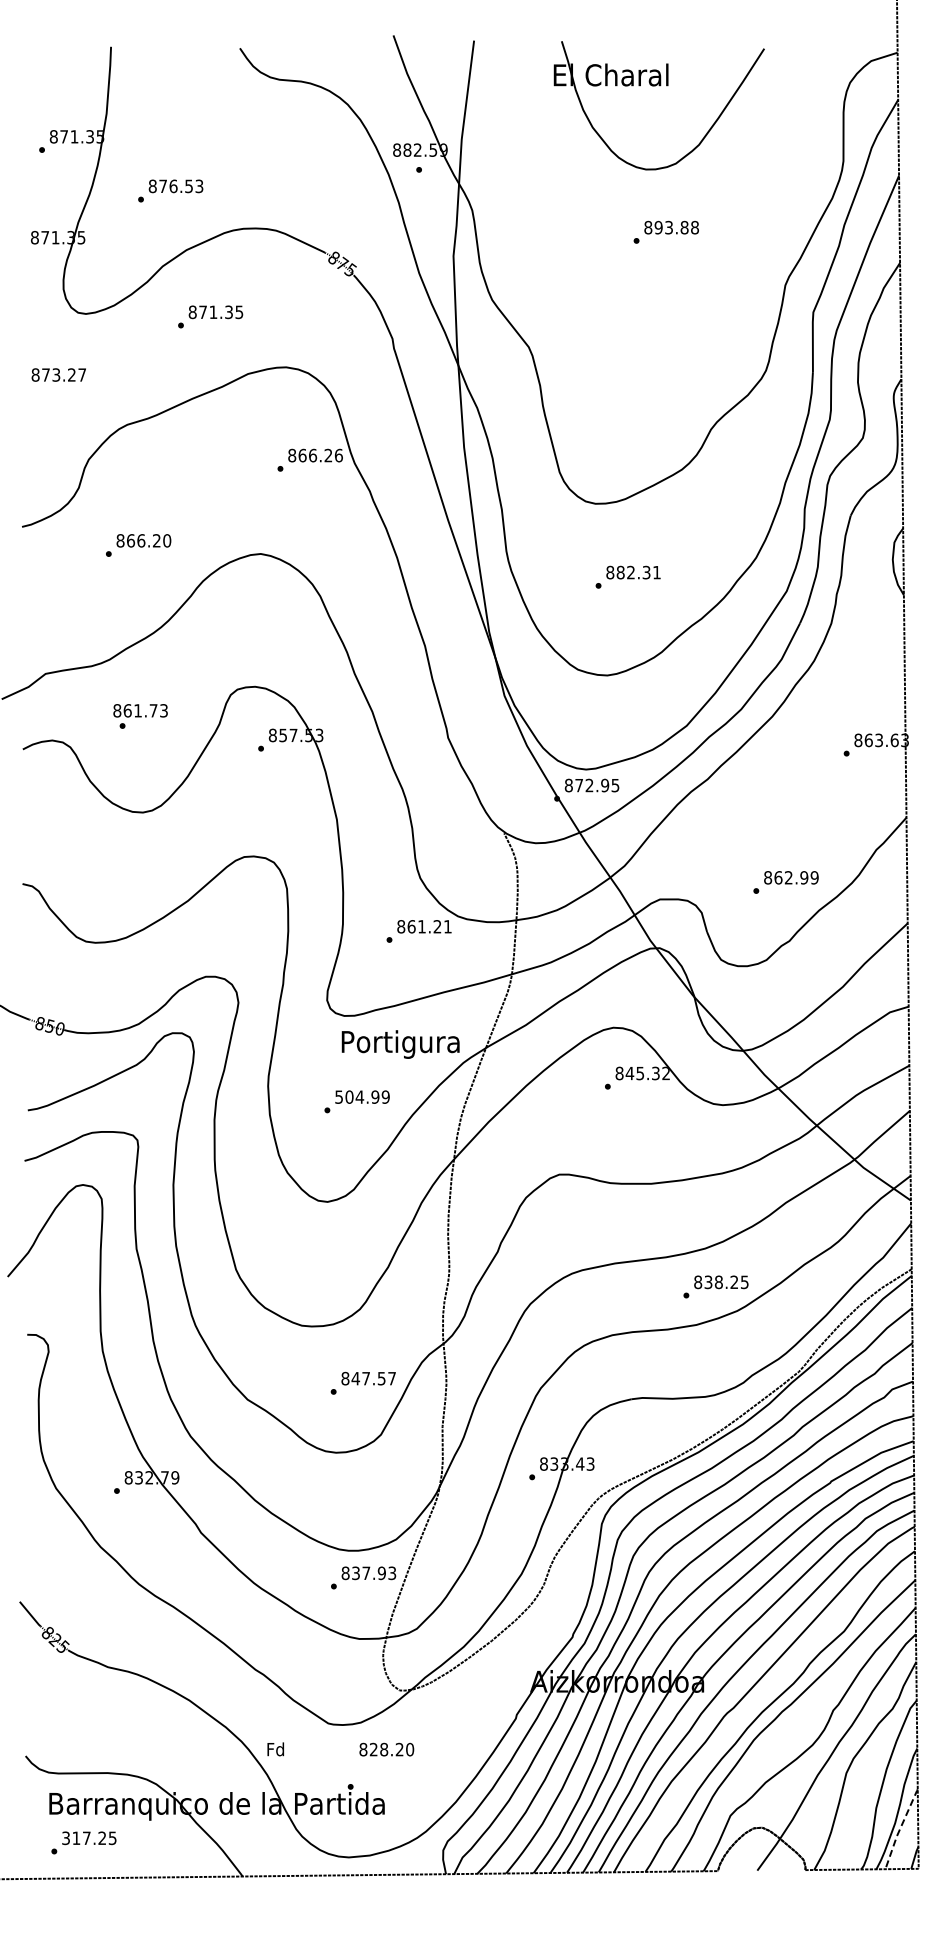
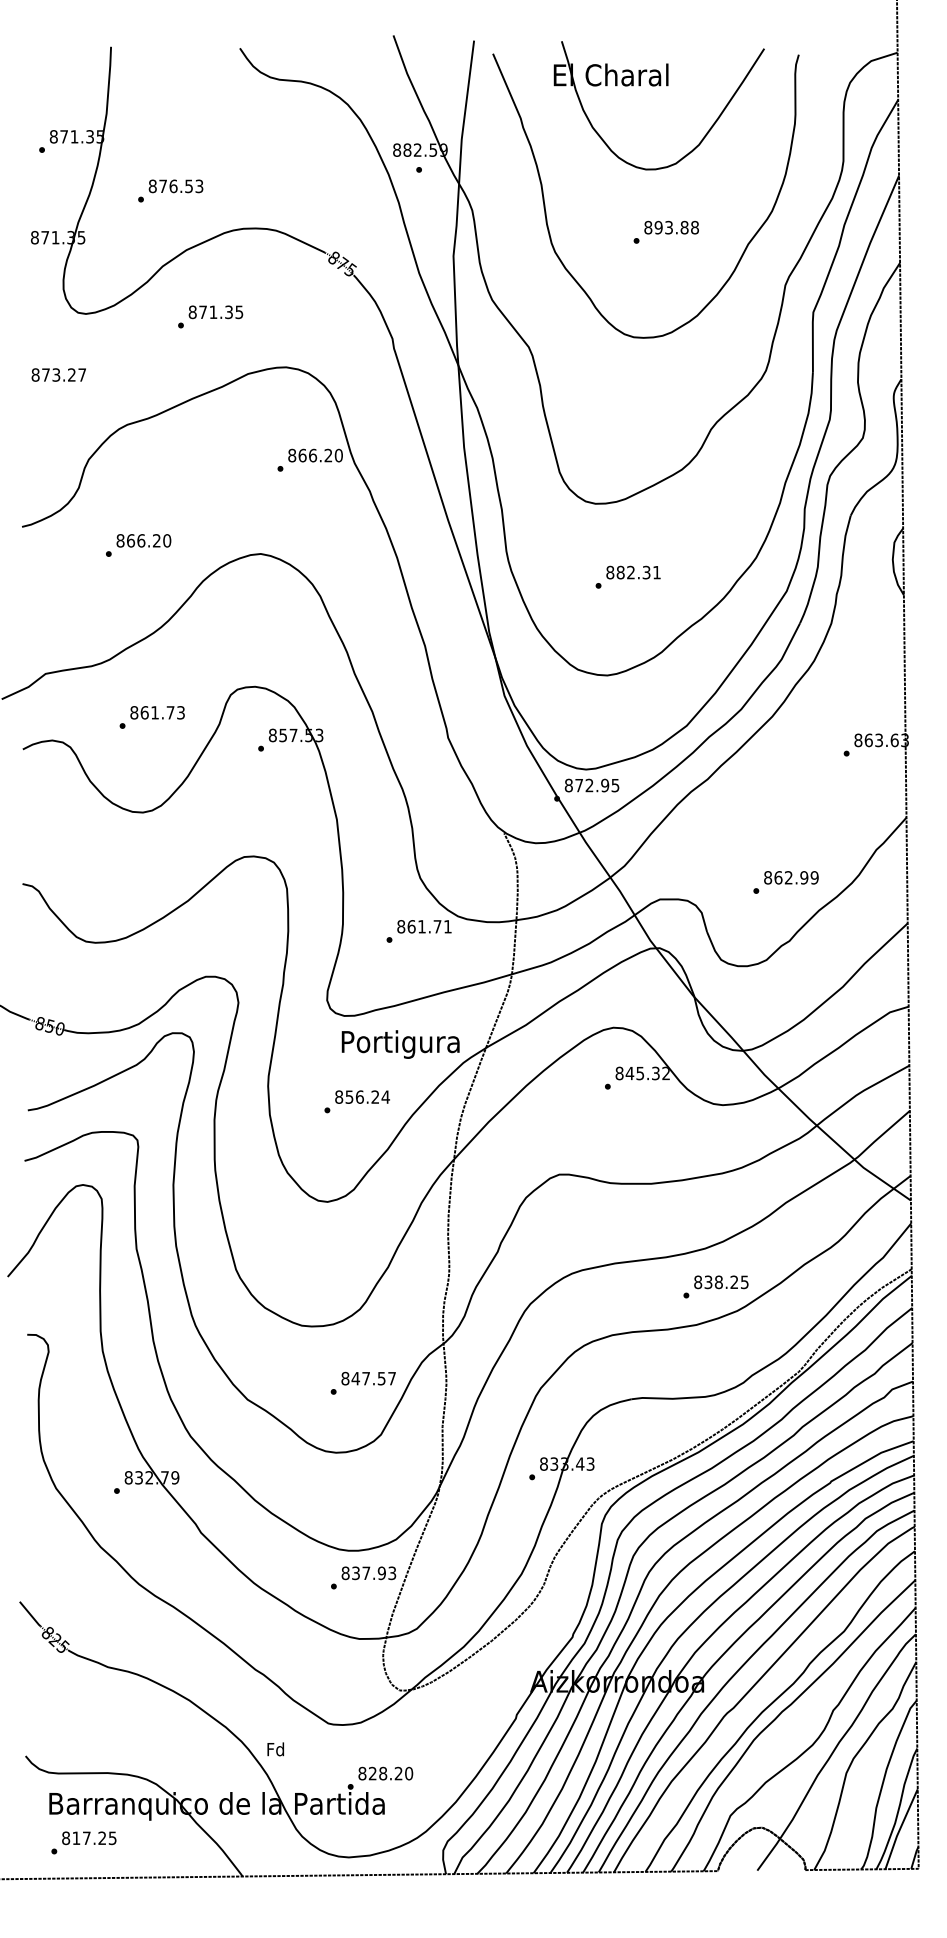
curve at (546, 211): none -> present
text at (338, 455): 866.26 -> 866.20
text at (140, 710) position: (140, 710) -> (157, 712)
text at (437, 926): 861.21 -> 861.71
text at (362, 1096): 504.99 -> 856.24
text at (386, 1749) position: (386, 1749) -> (385, 1773)
line at (900, 1828): dashed -> solid
text at (66, 1838): 317.25 -> 817.25
